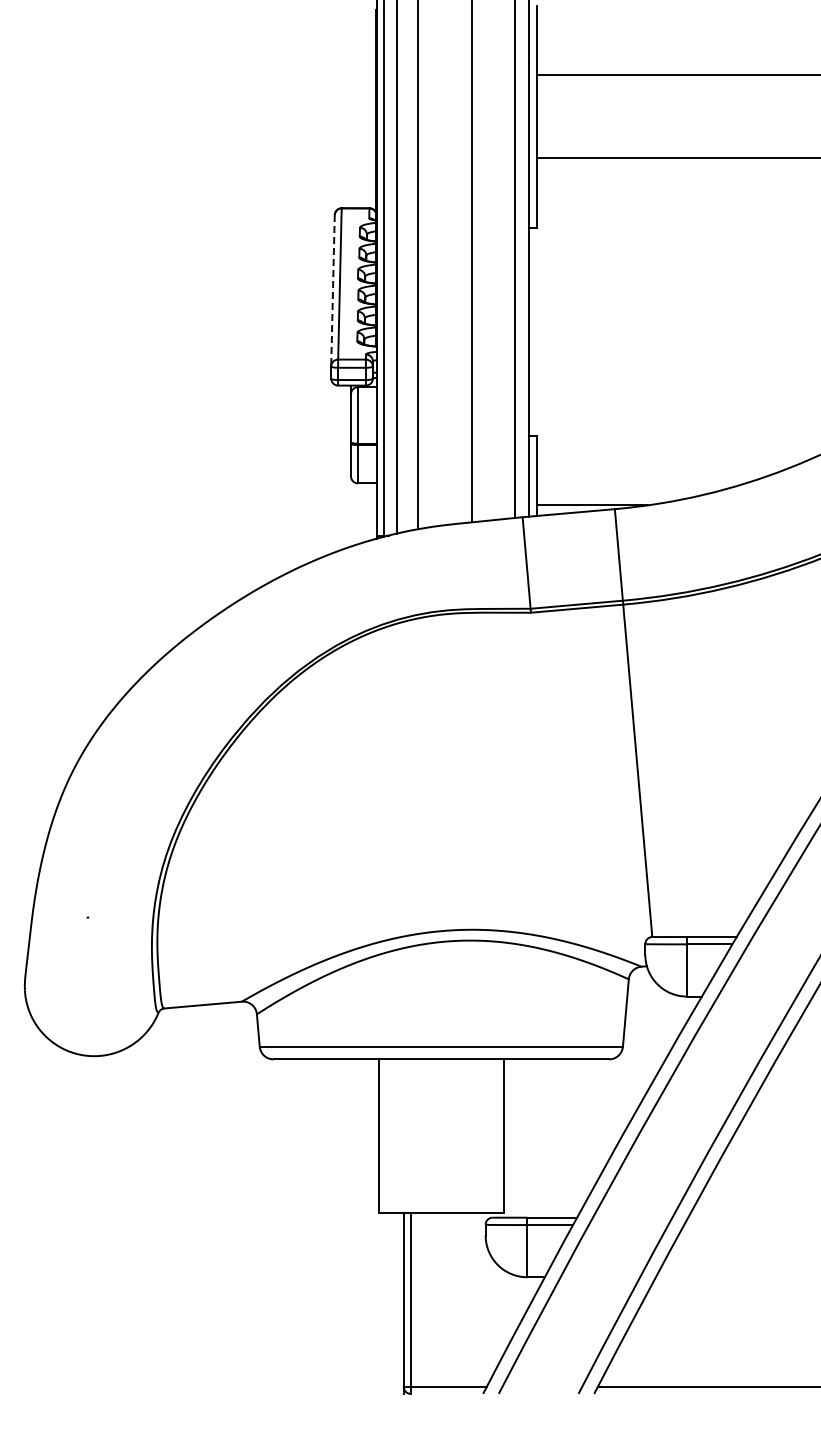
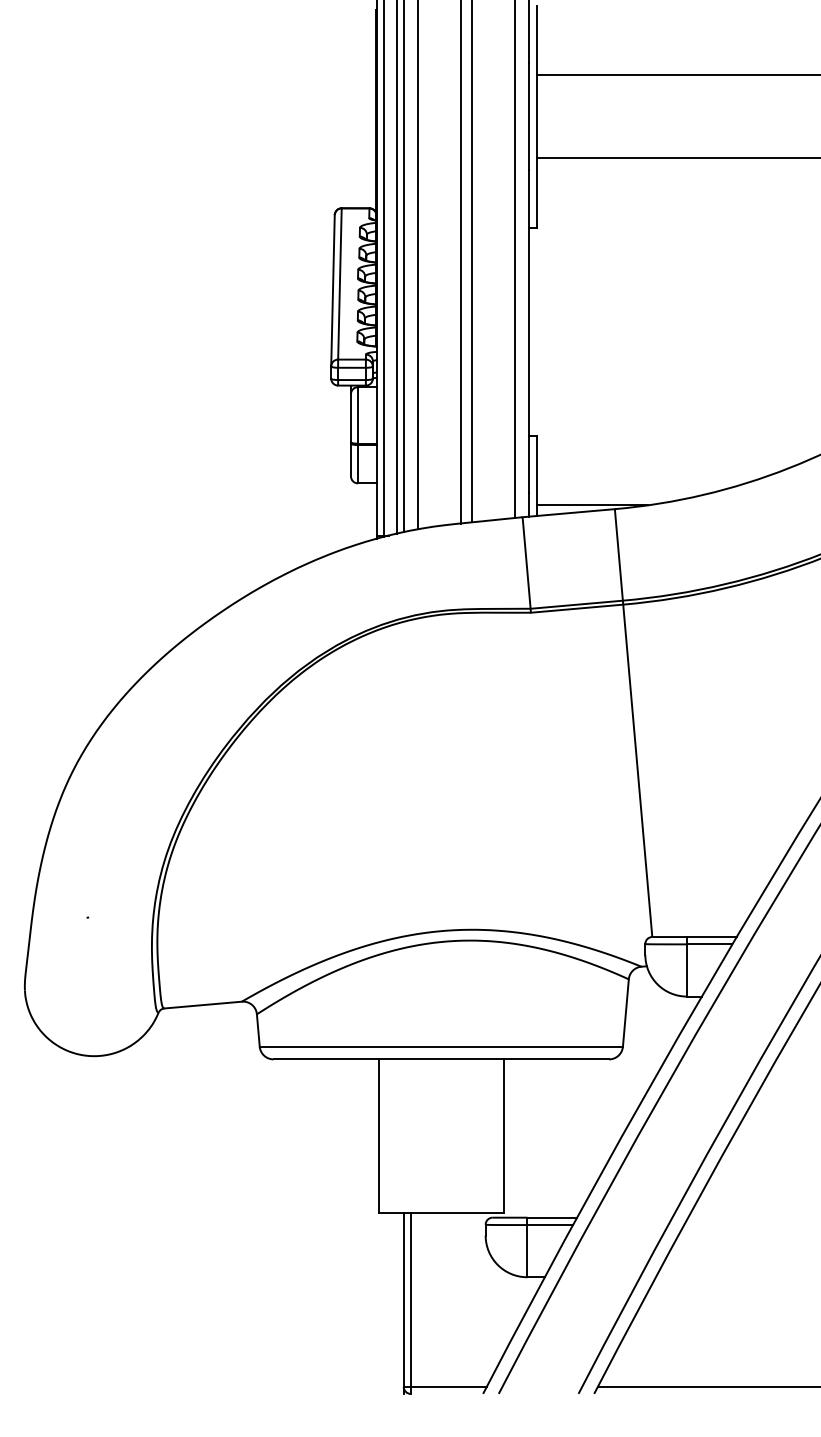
line at (460, 262): none -> present
line at (403, 267): none -> present
line at (332, 290): dashed -> solid
